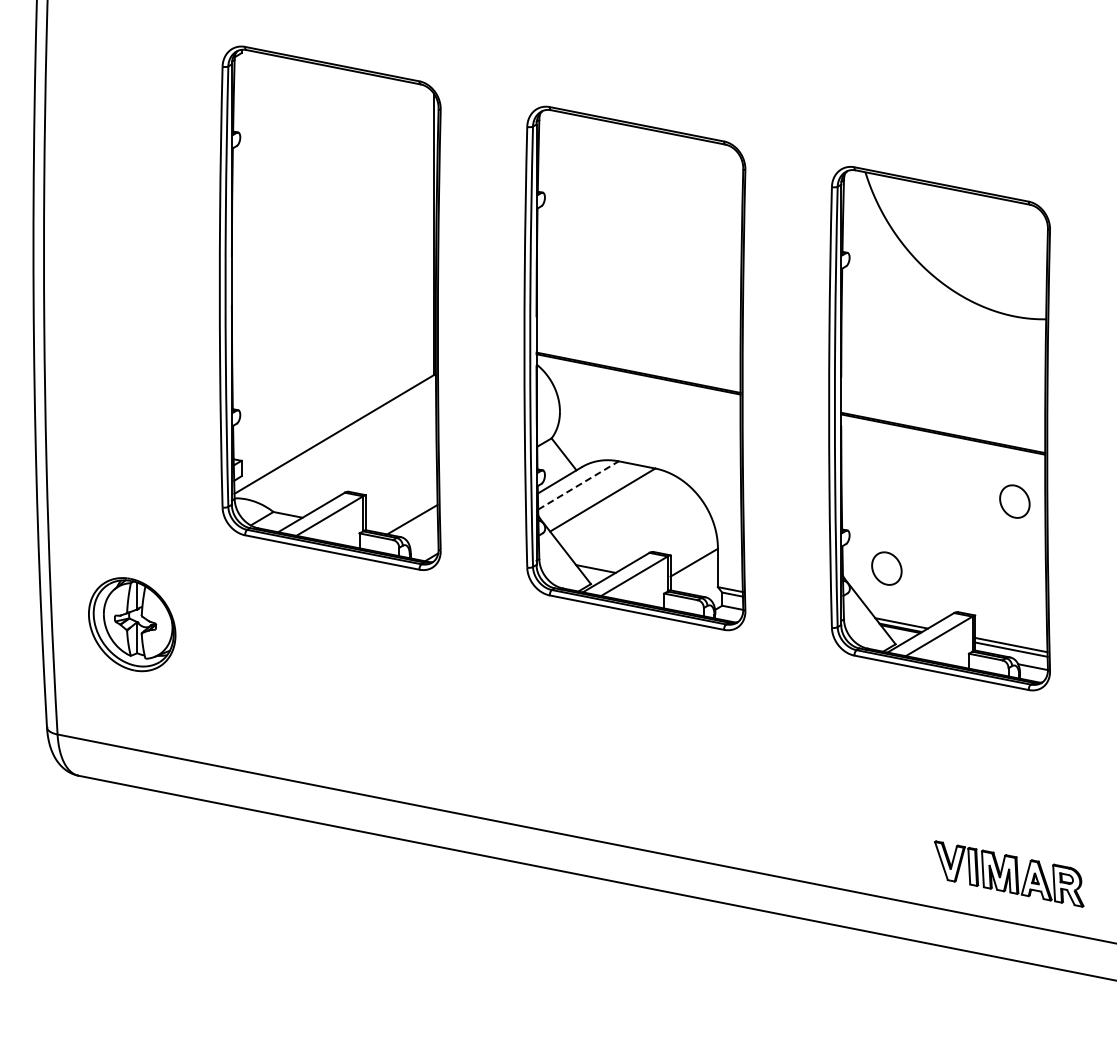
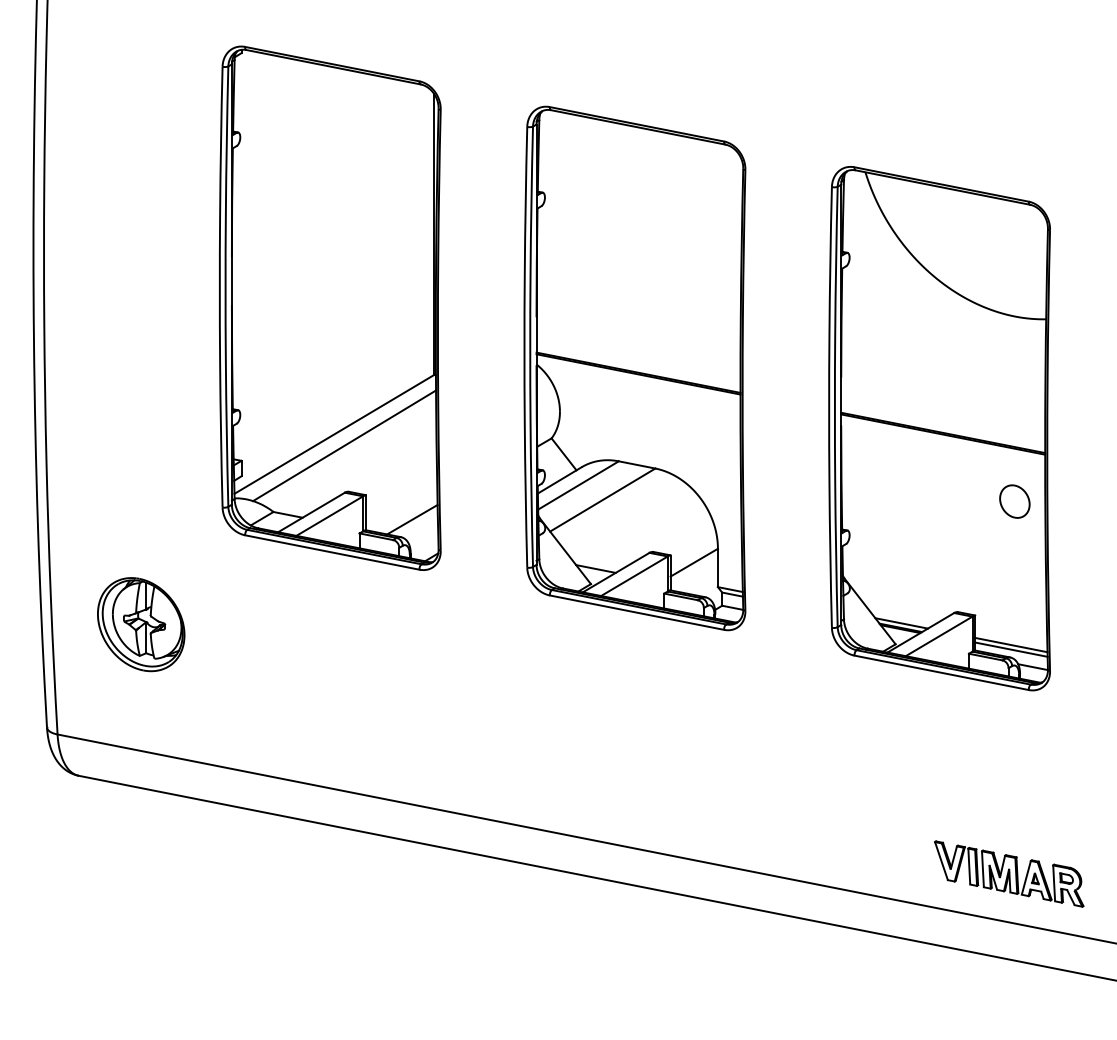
line at (344, 445): none -> present
line at (578, 485): dashed -> solid
part at (886, 568): present -> none
part at (132, 624) position: (132, 624) -> (141, 624)
